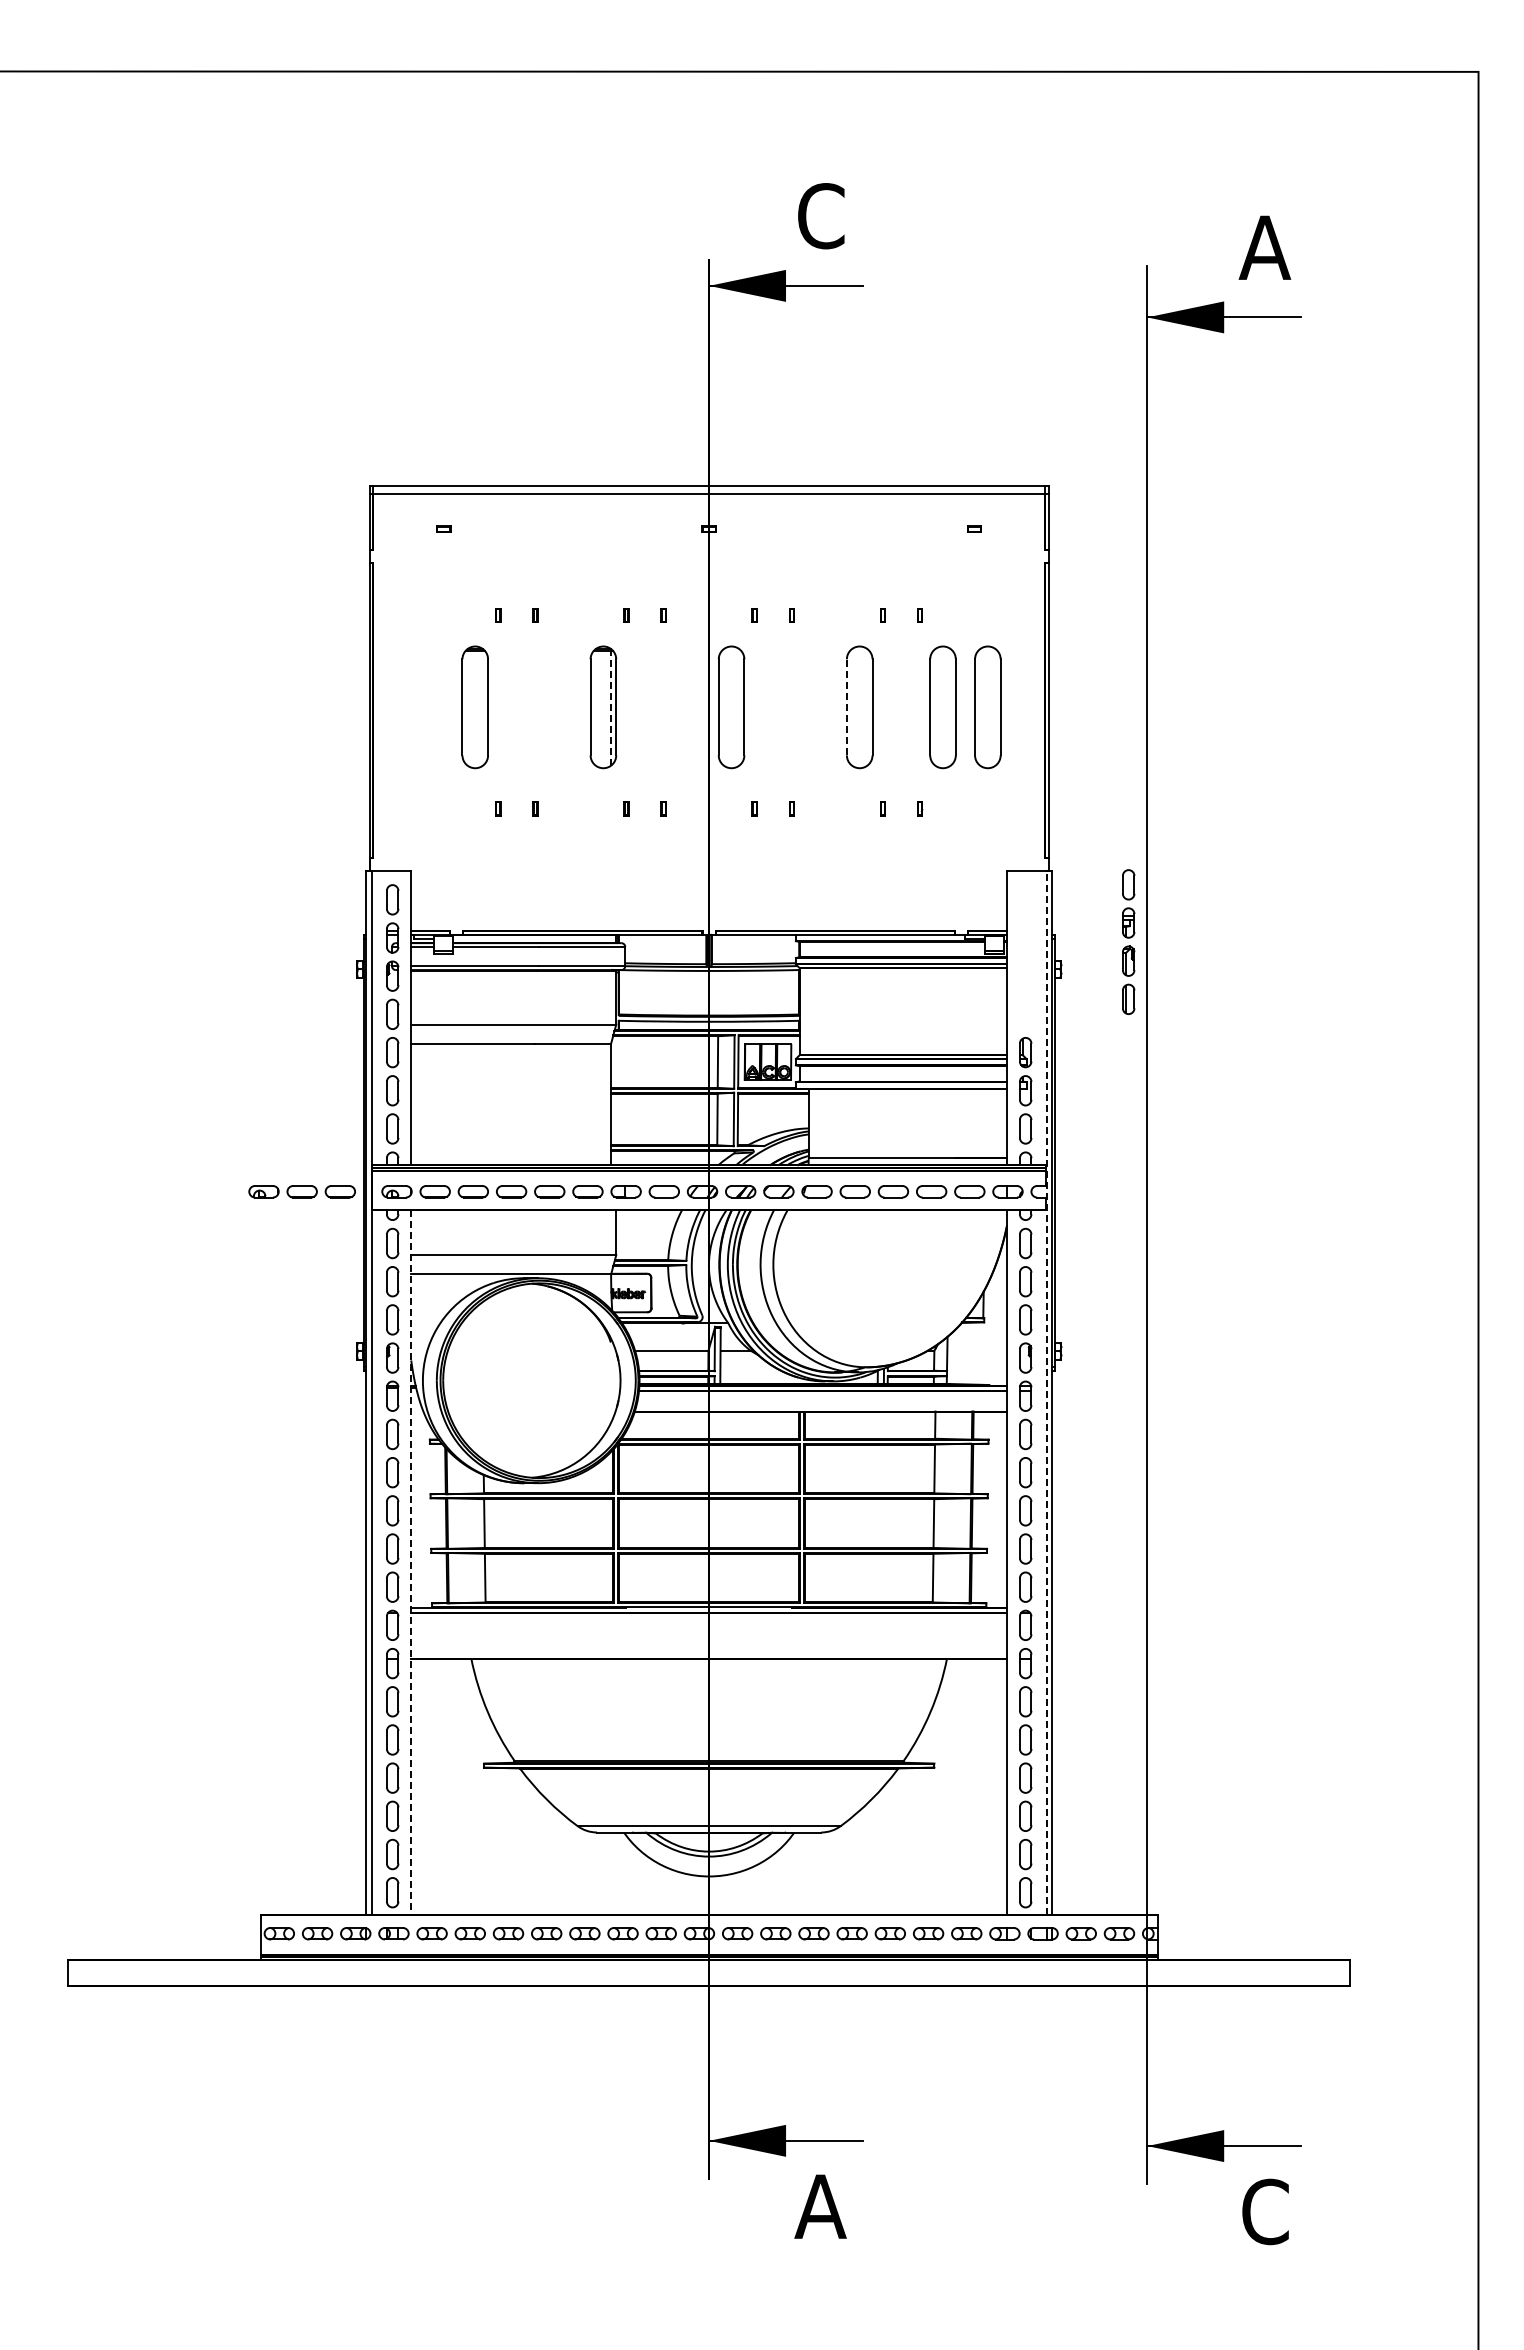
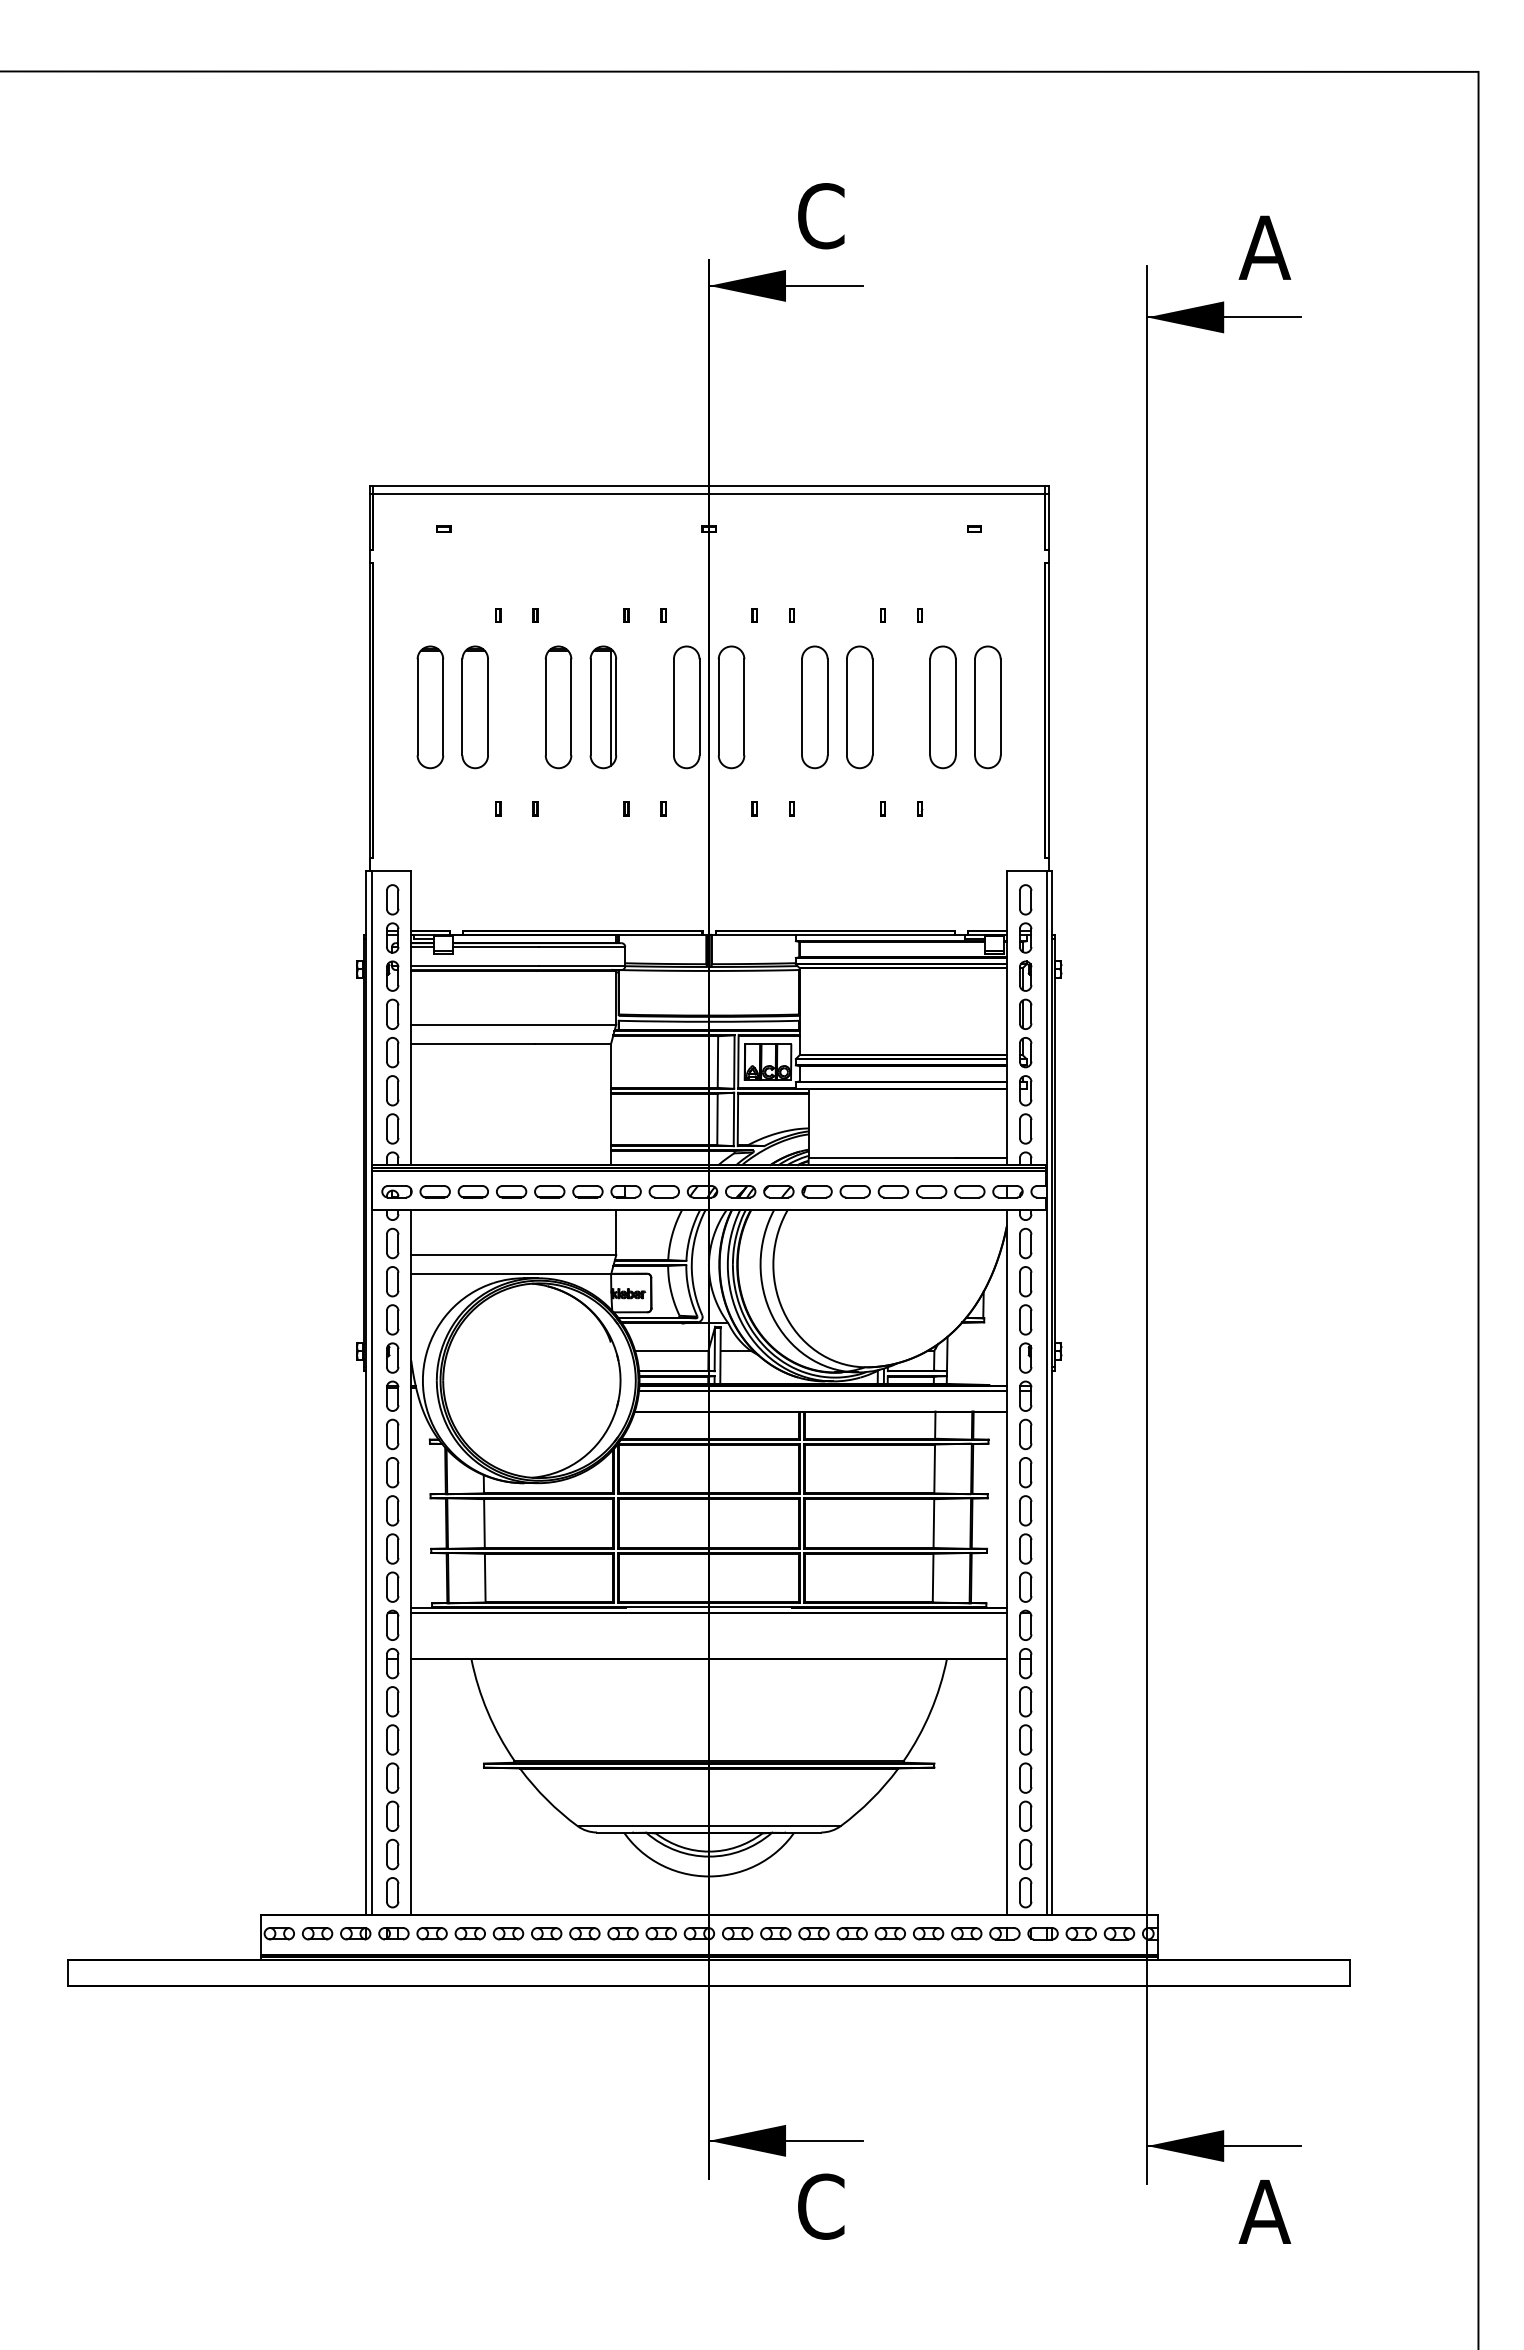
line at (846, 706): dashed -> solid
part at (430, 707): none -> present
part at (558, 707): none -> present
part at (686, 707): none -> present
part at (814, 707): none -> present
line at (611, 708): dashed -> solid
part at (1128, 941) position: (1128, 941) -> (1025, 956)
part at (301, 1191): present -> none
line at (1046, 1392): dashed -> solid
line at (411, 1563): dashed -> solid
text at (820, 2206): A -> C
text at (1264, 2211): C -> A
